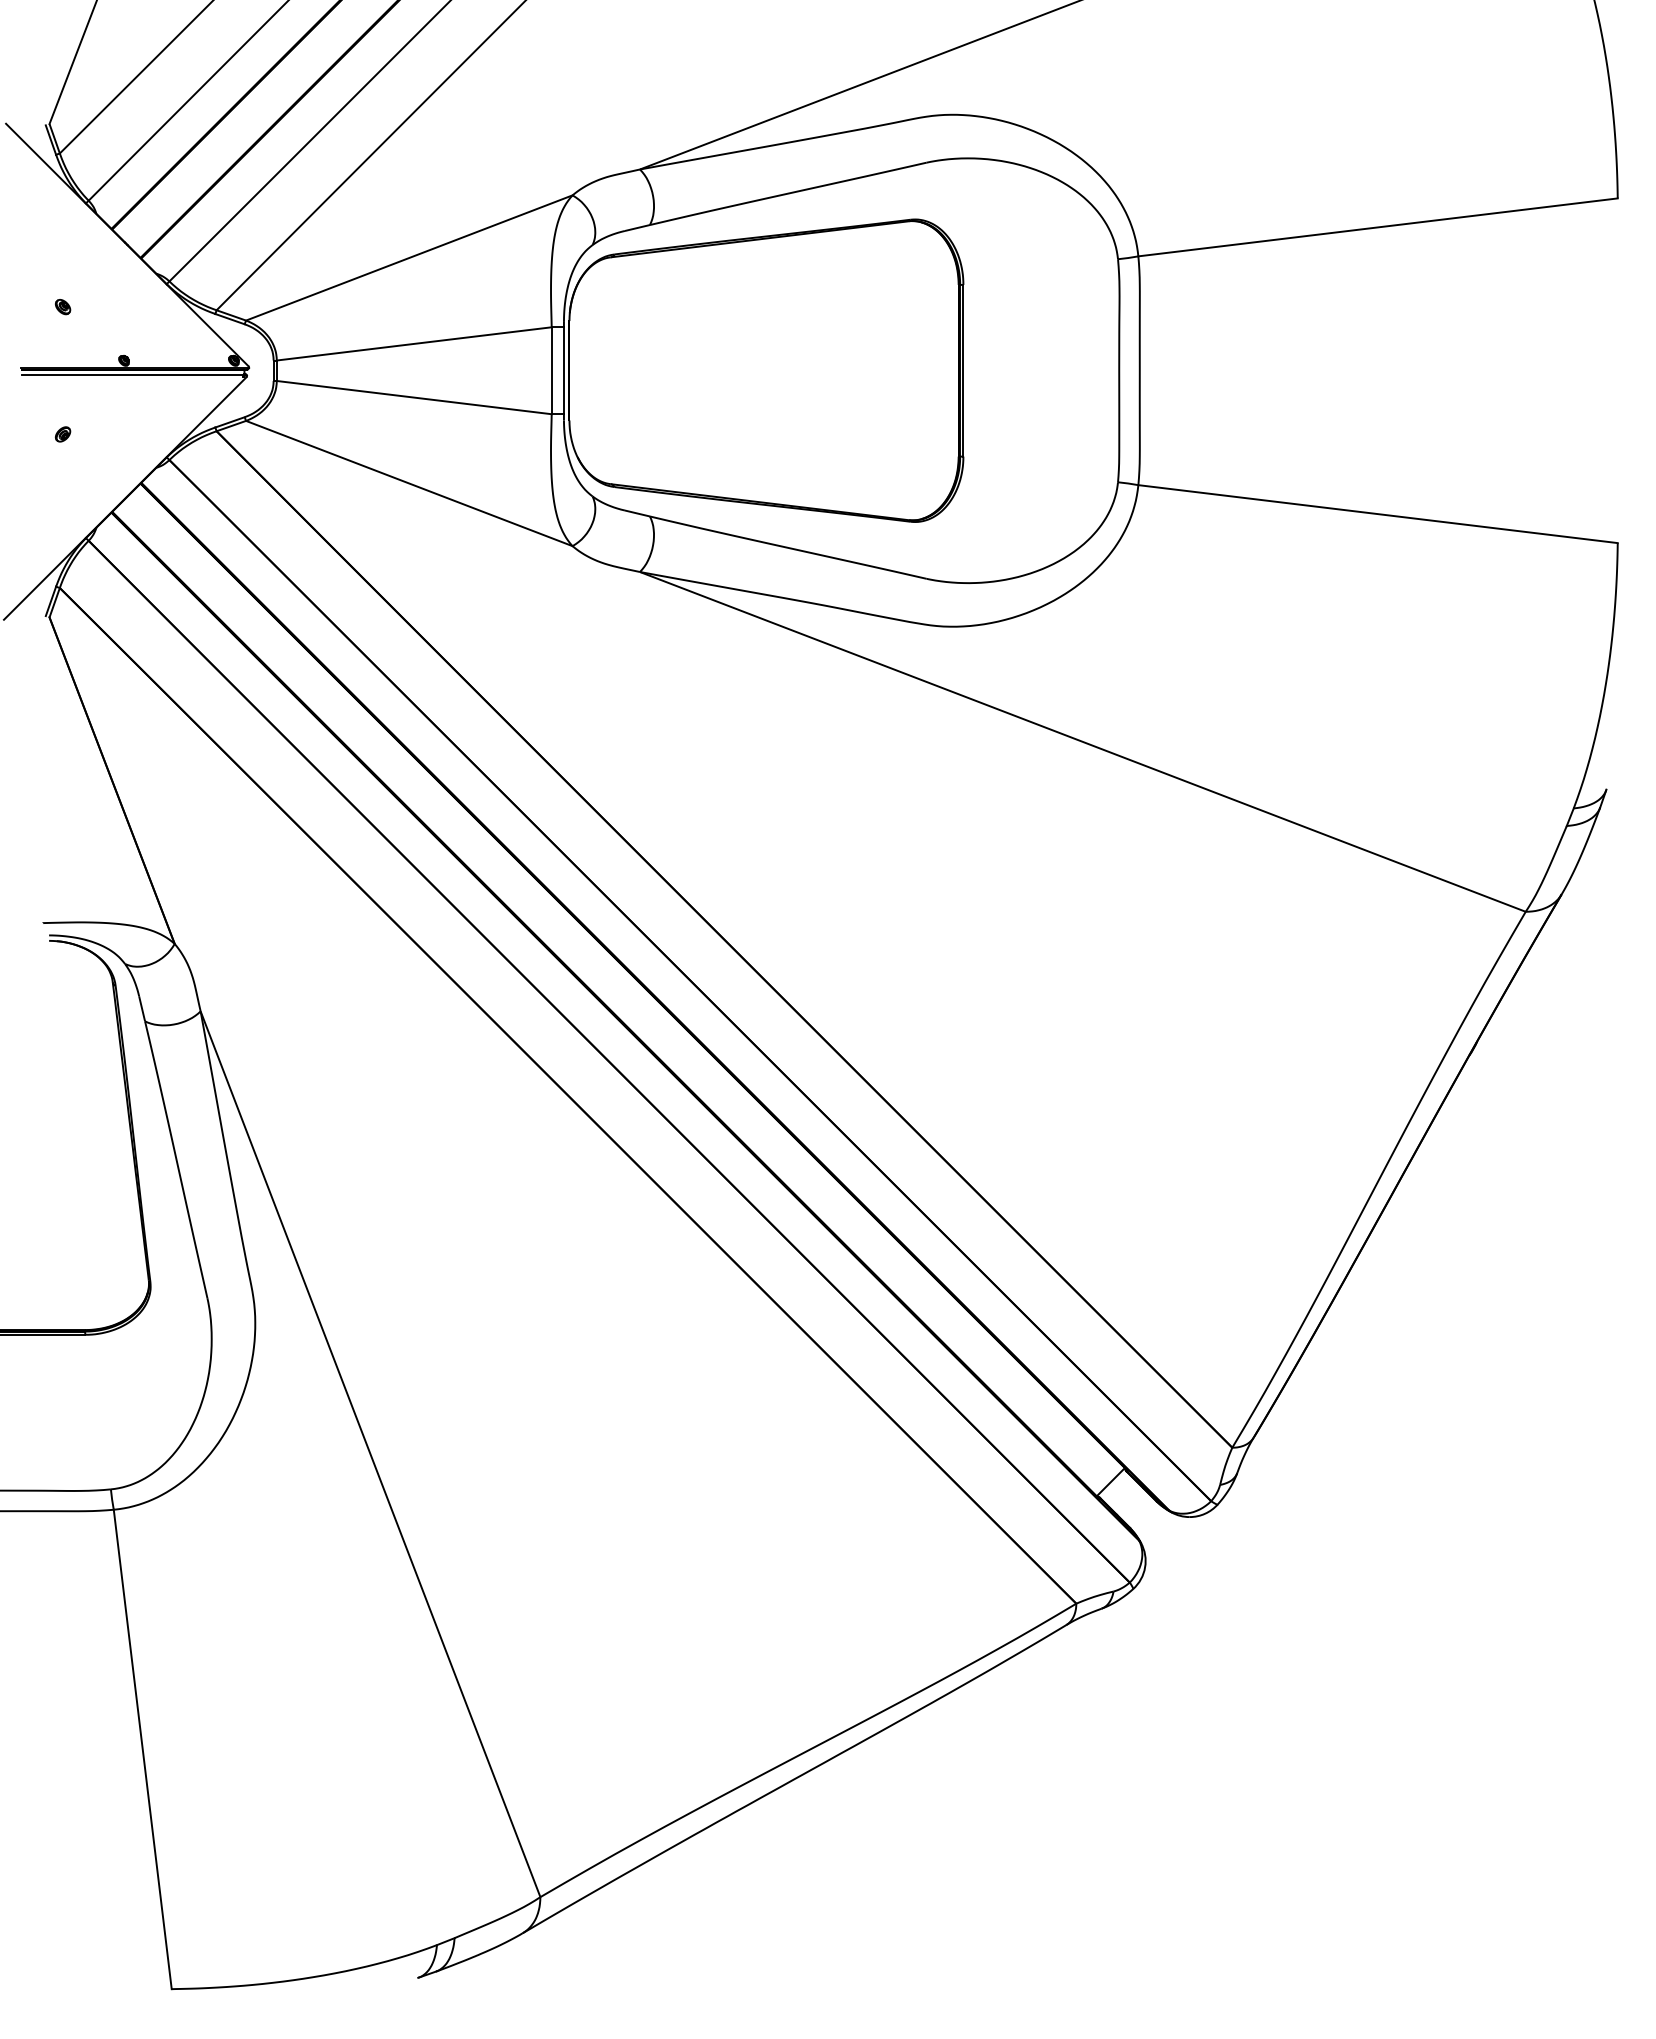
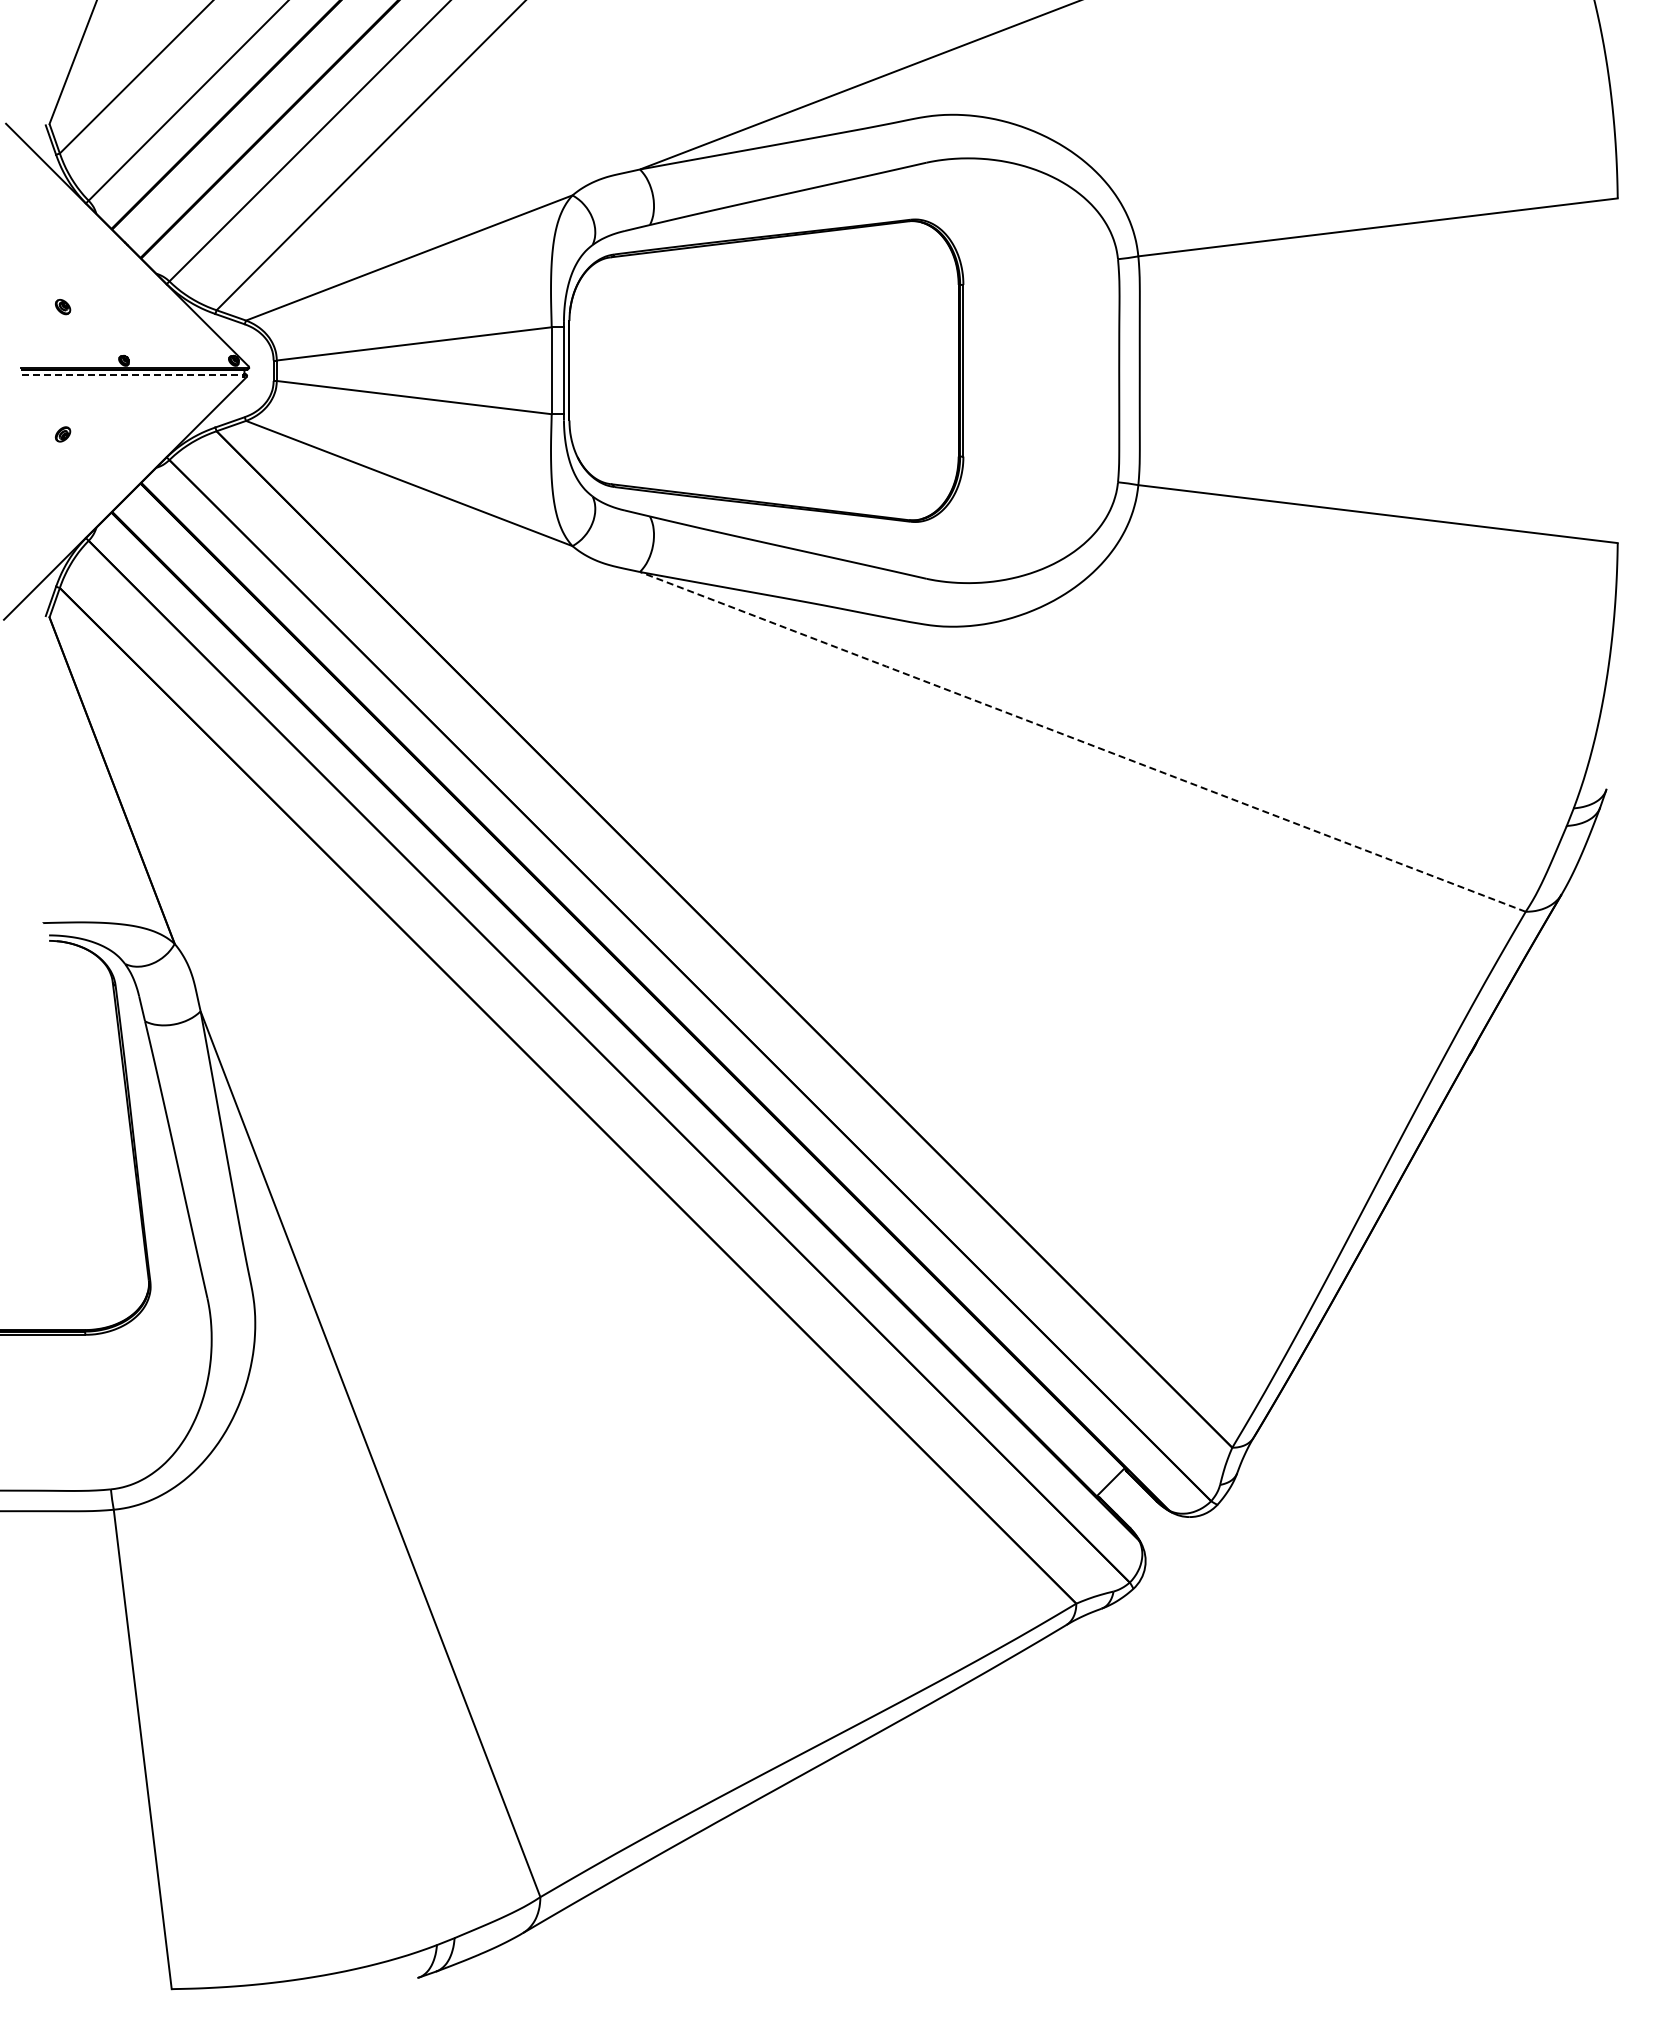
line at (133, 375): solid -> dashed
line at (1082, 741): solid -> dashed
